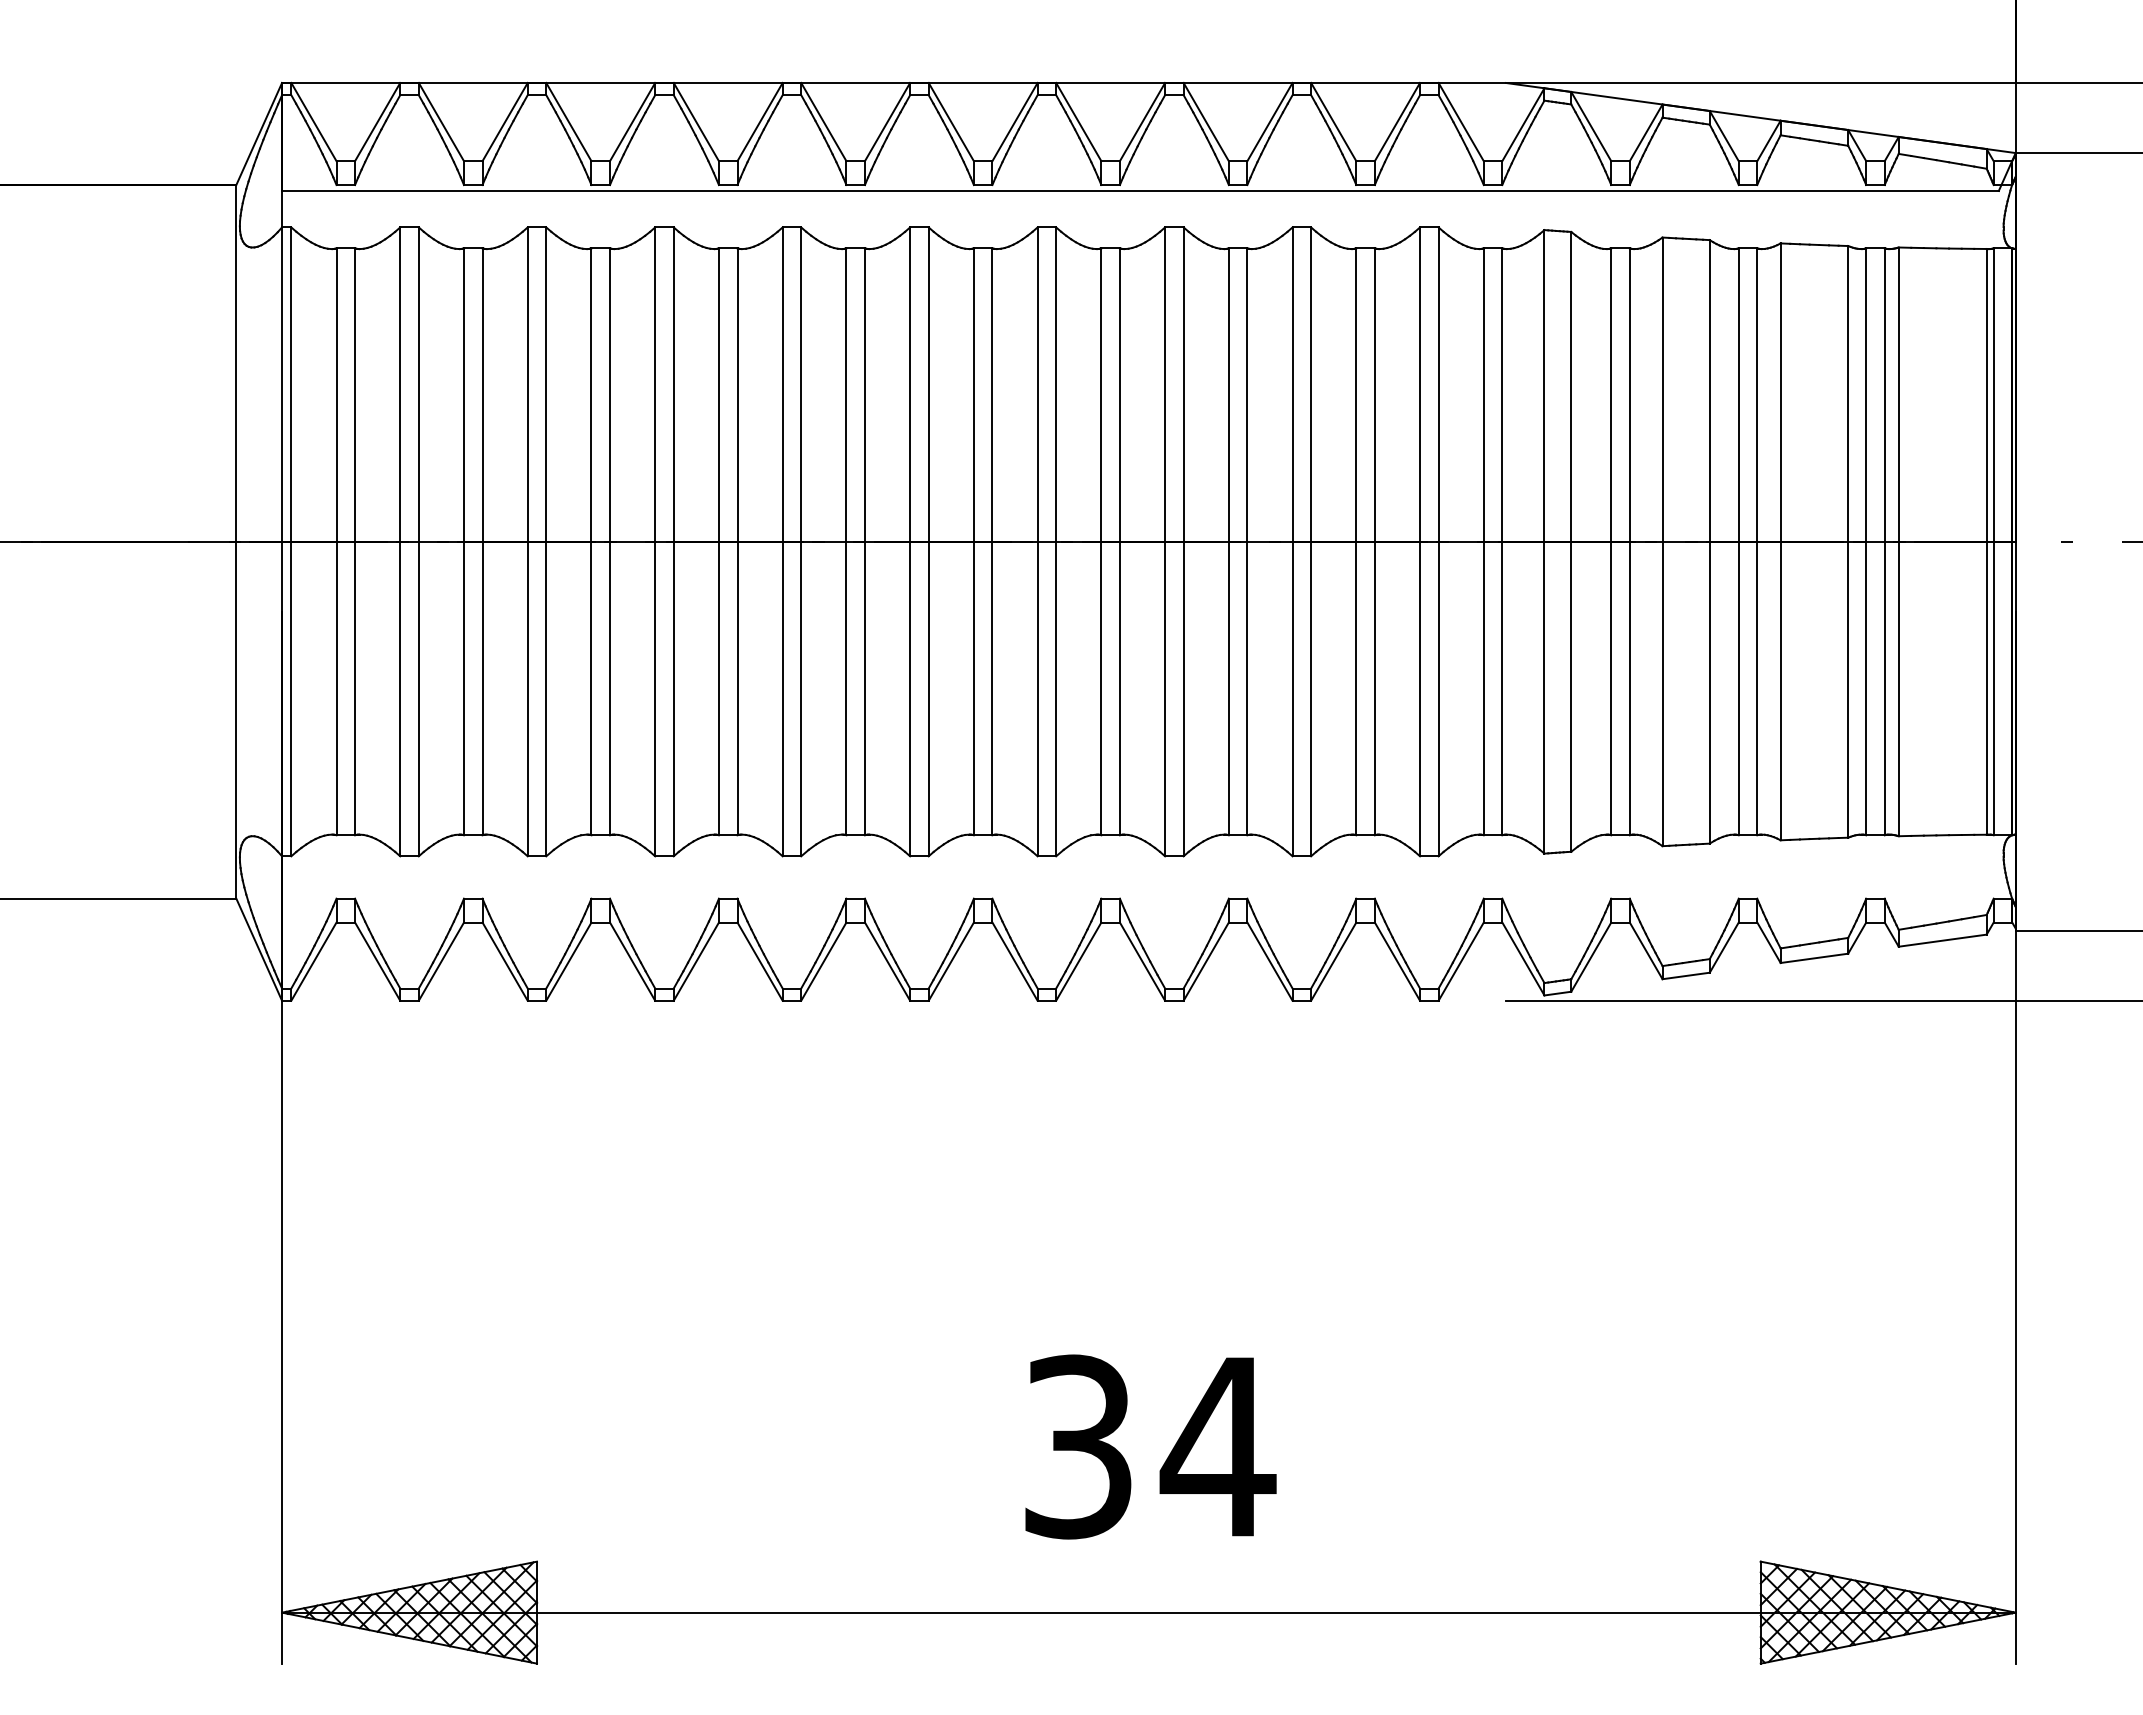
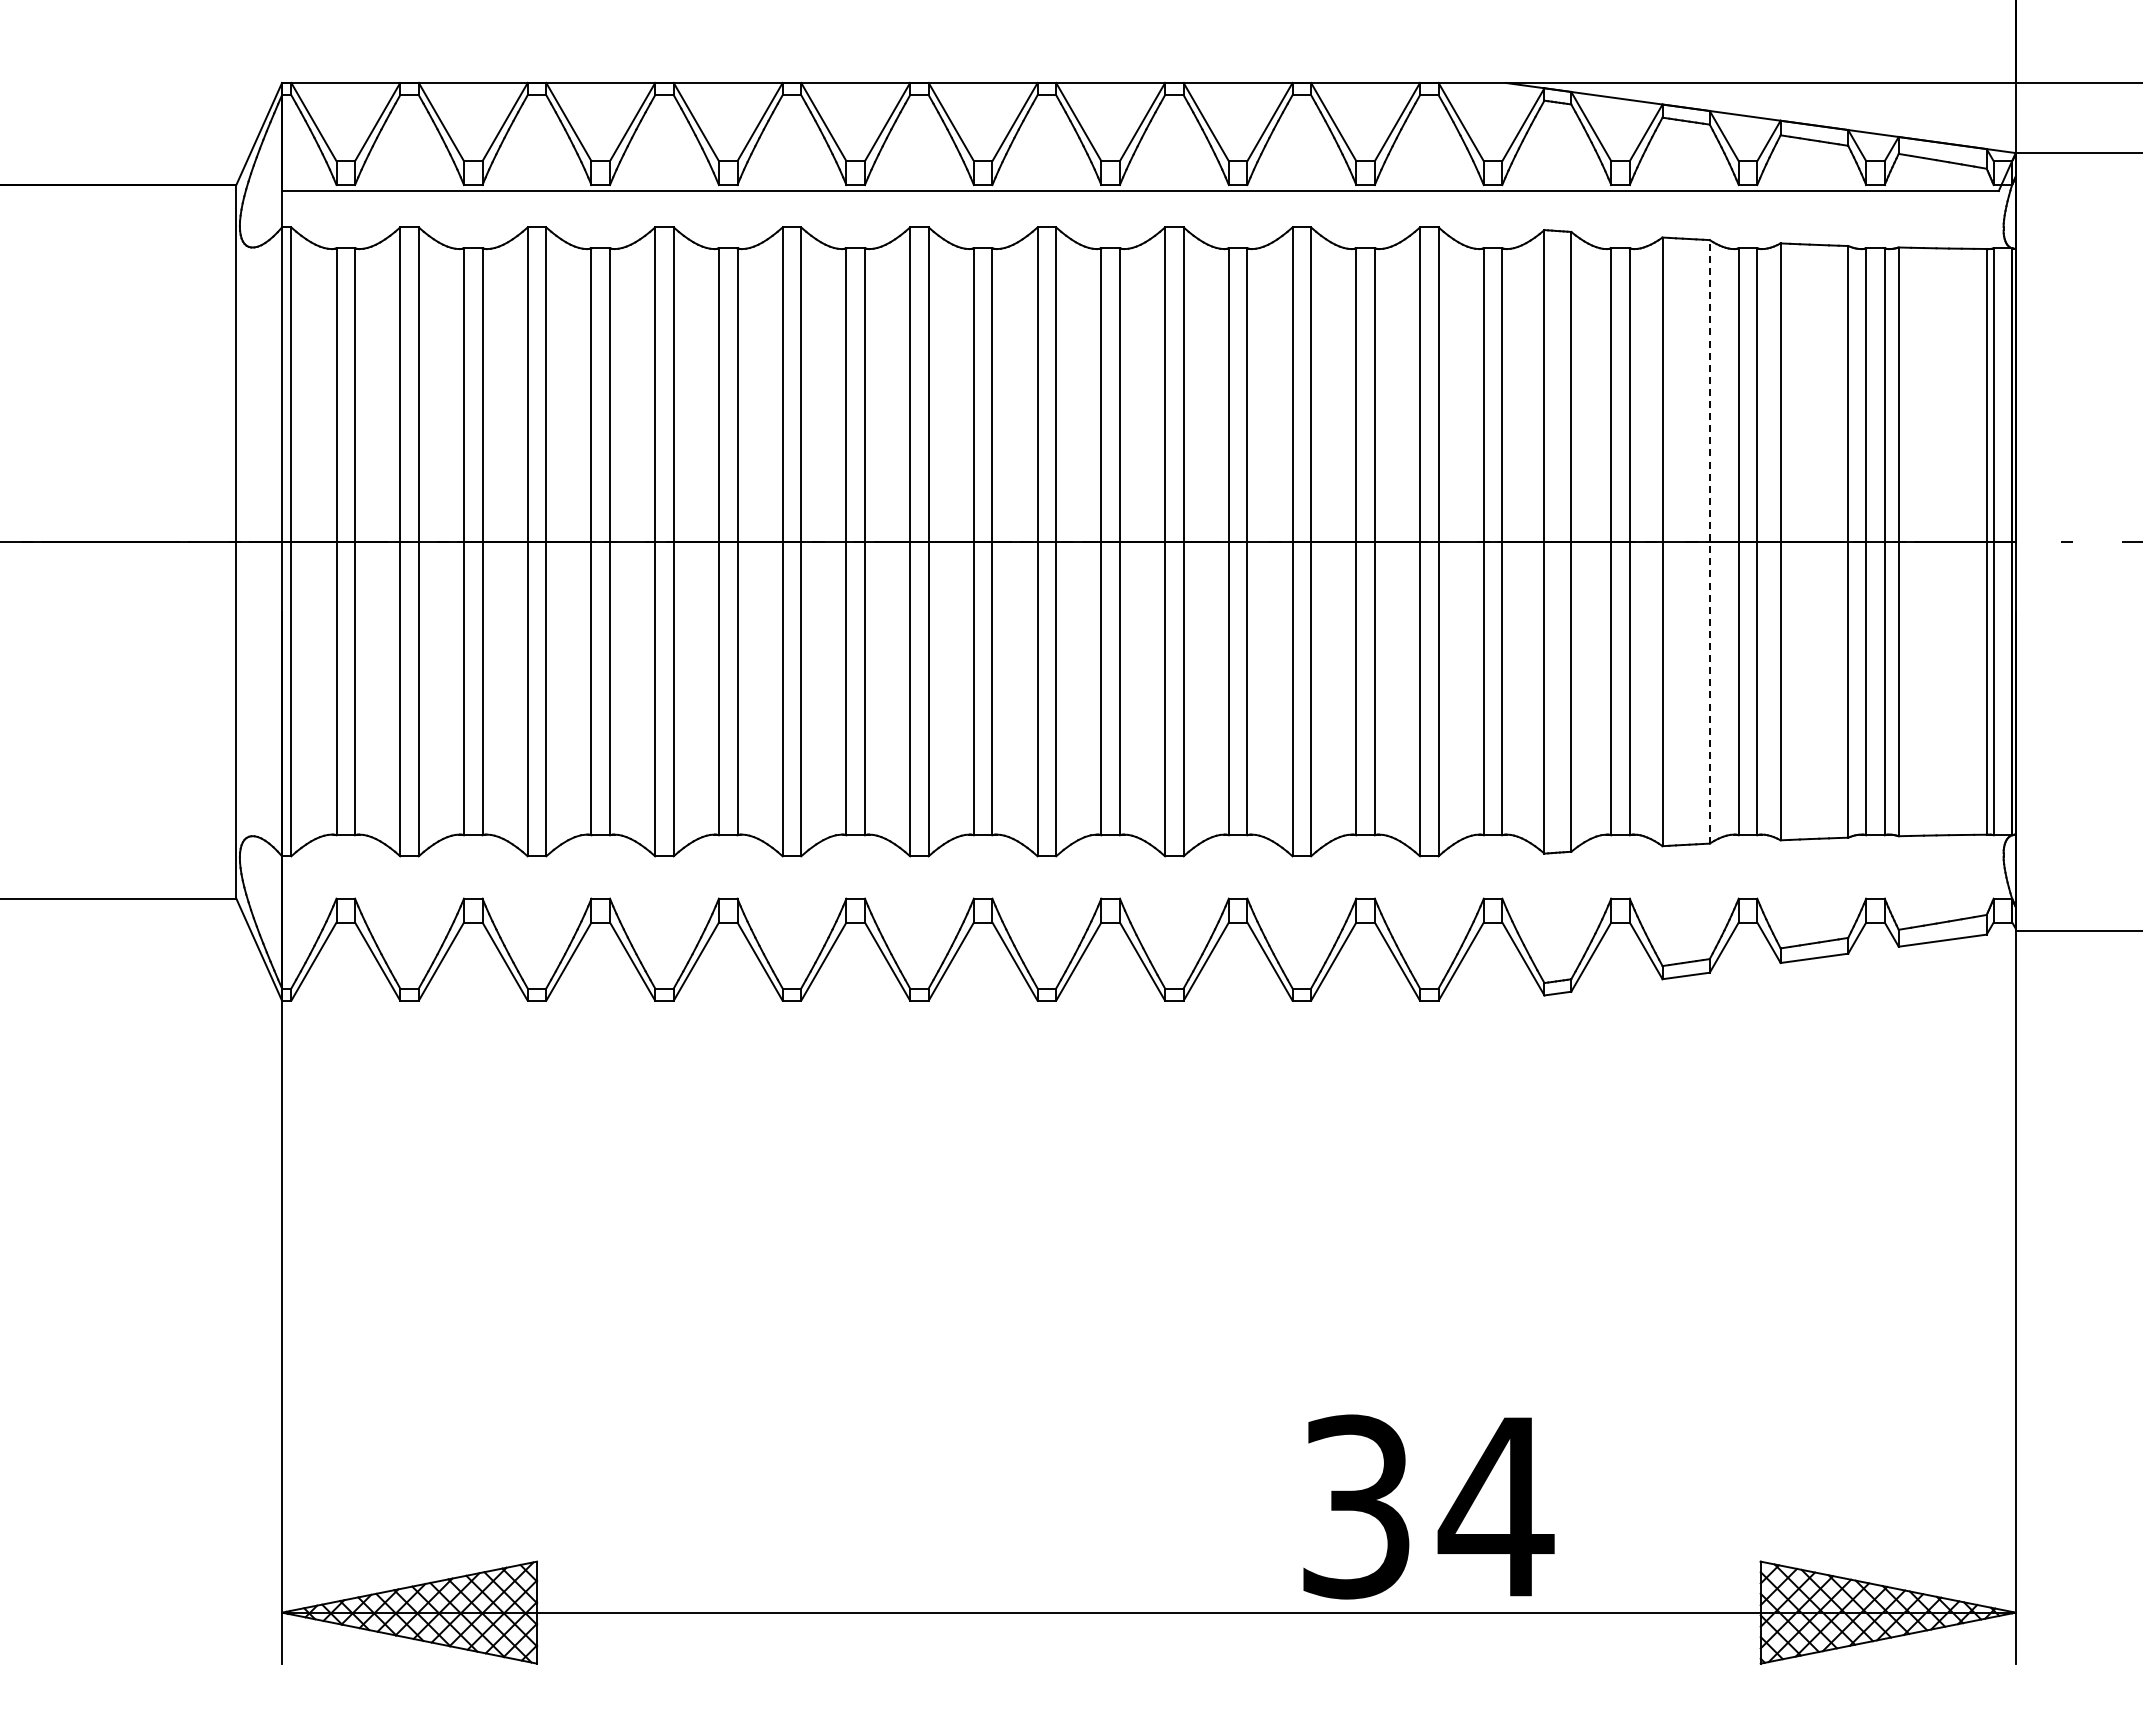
line at (1709, 541): solid -> dashed
line at (1822, 1000): present -> none
text at (1150, 1446) position: (1150, 1446) -> (1428, 1506)
